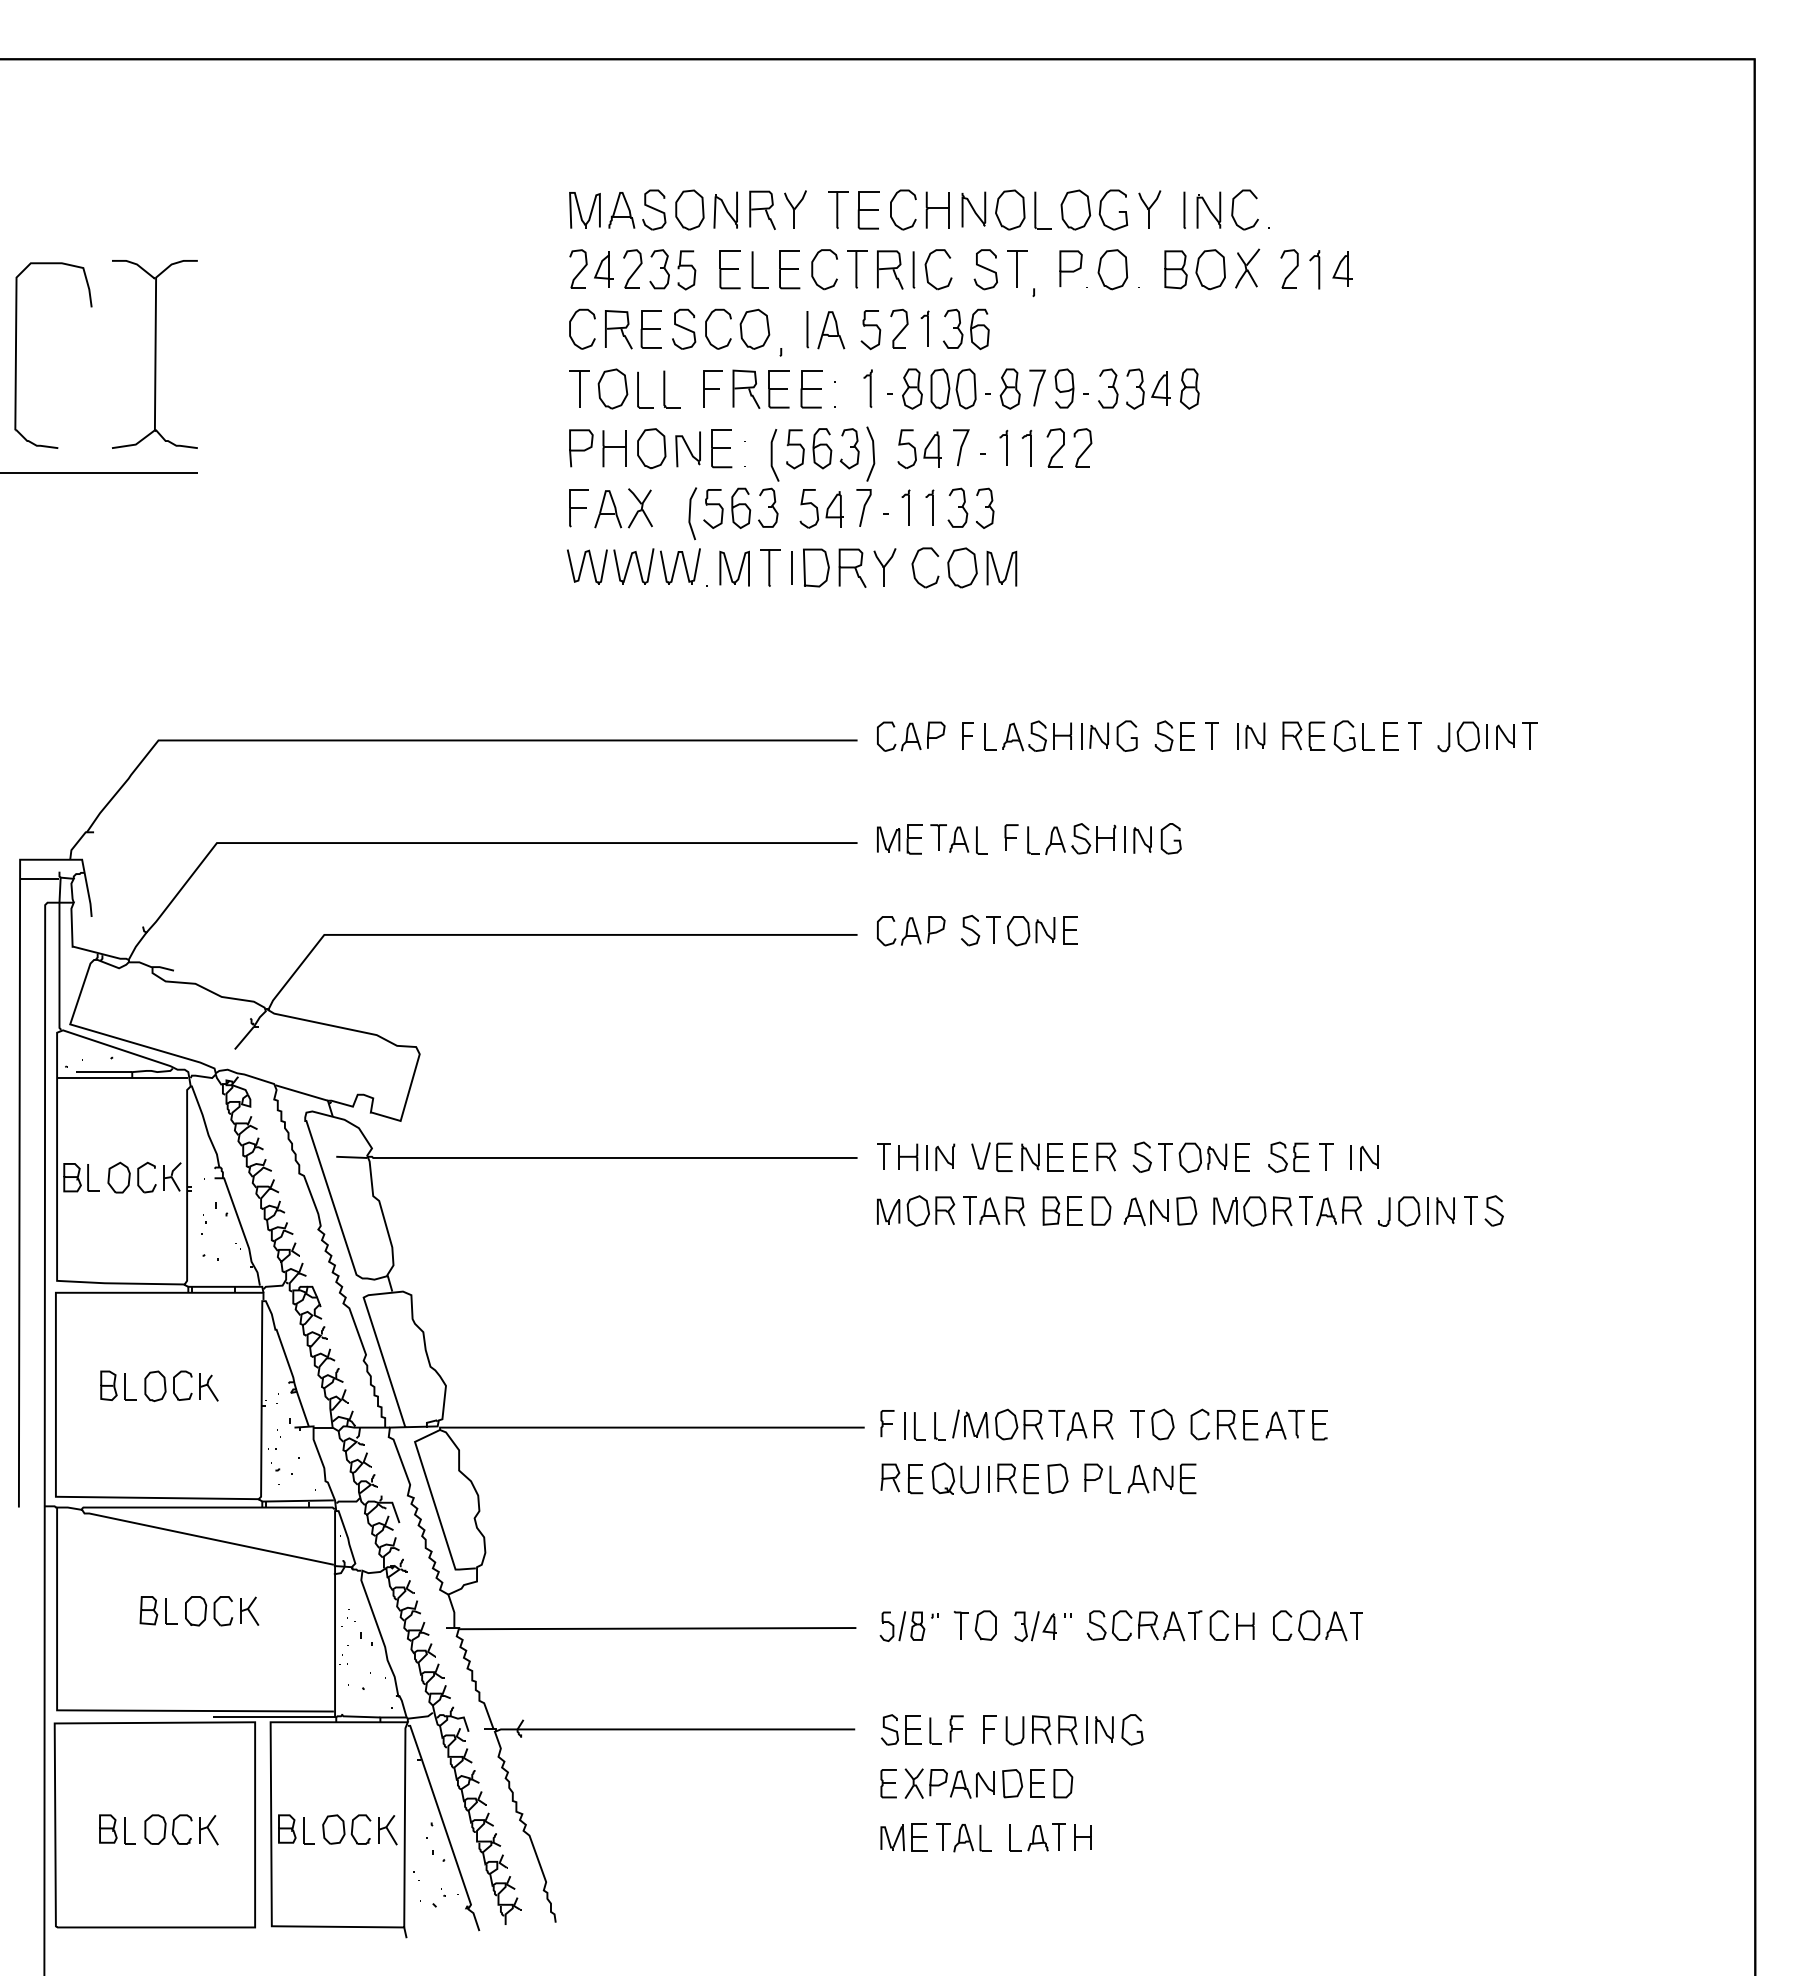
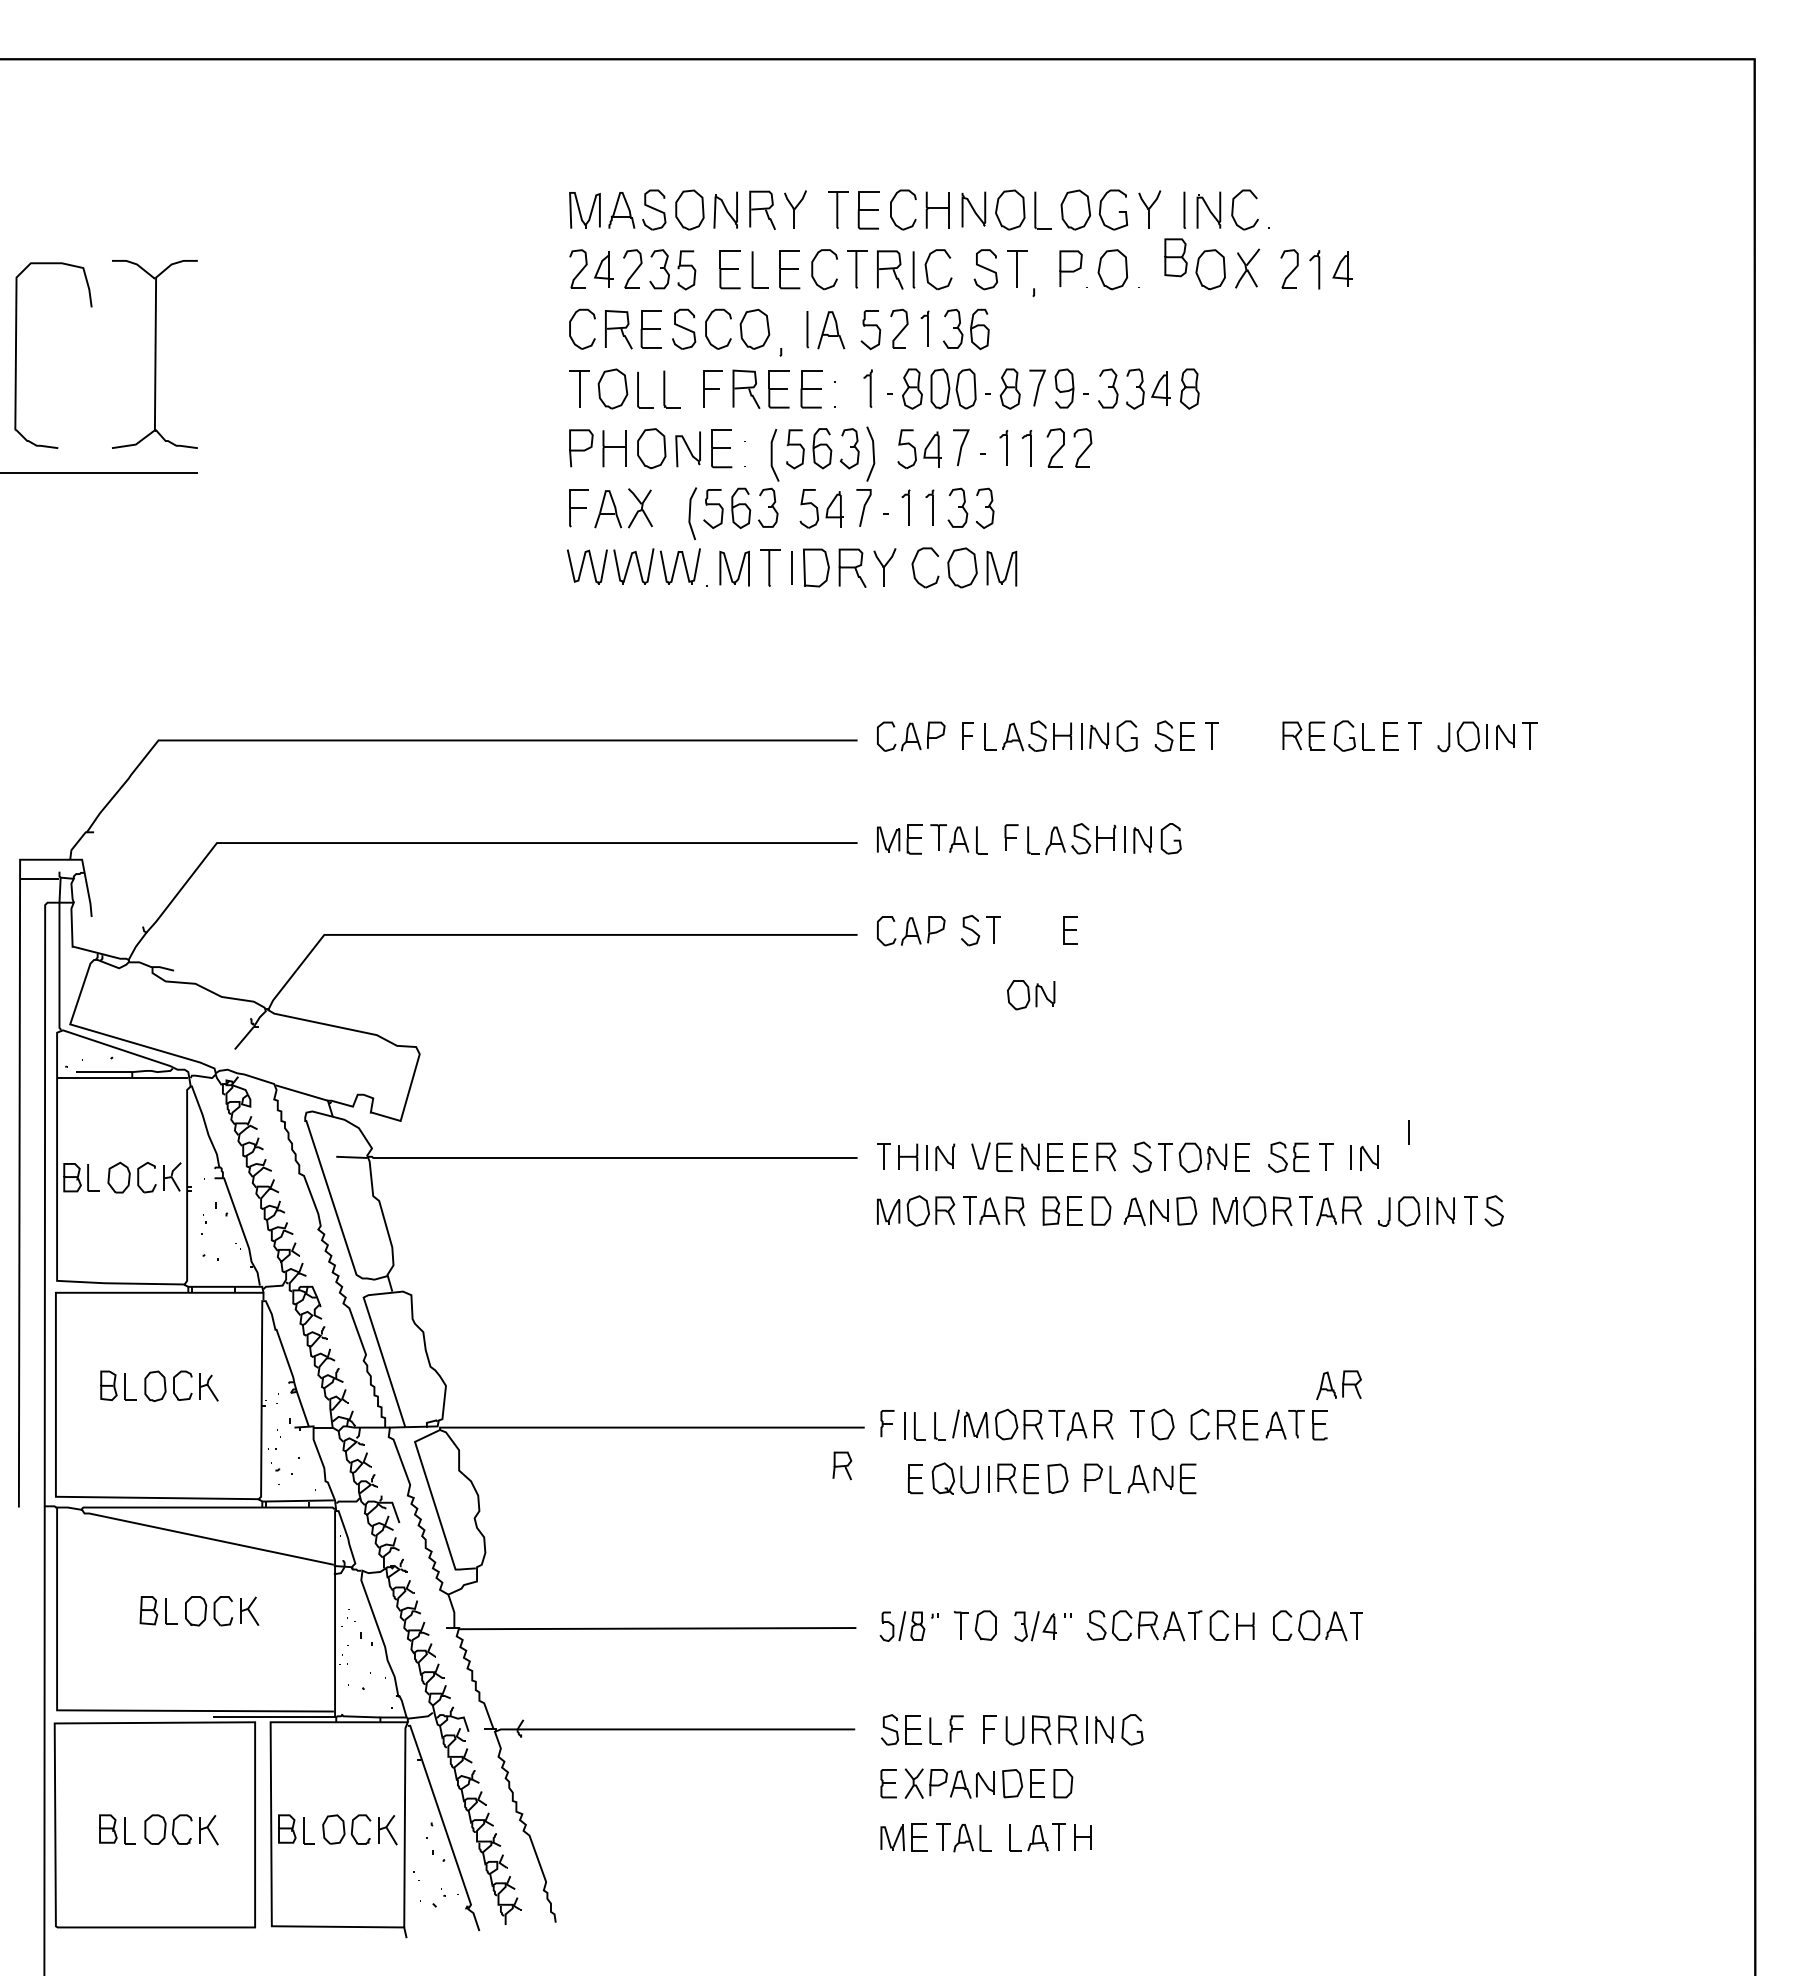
curve at (1175, 269) position: (1175, 269) -> (1175, 257)
part at (1251, 735): present -> none
part at (1031, 931) position: (1031, 931) -> (1031, 995)
line at (1408, 1132): none -> present
part at (1338, 1385): none -> present
part at (890, 1477) position: (890, 1477) -> (842, 1465)
